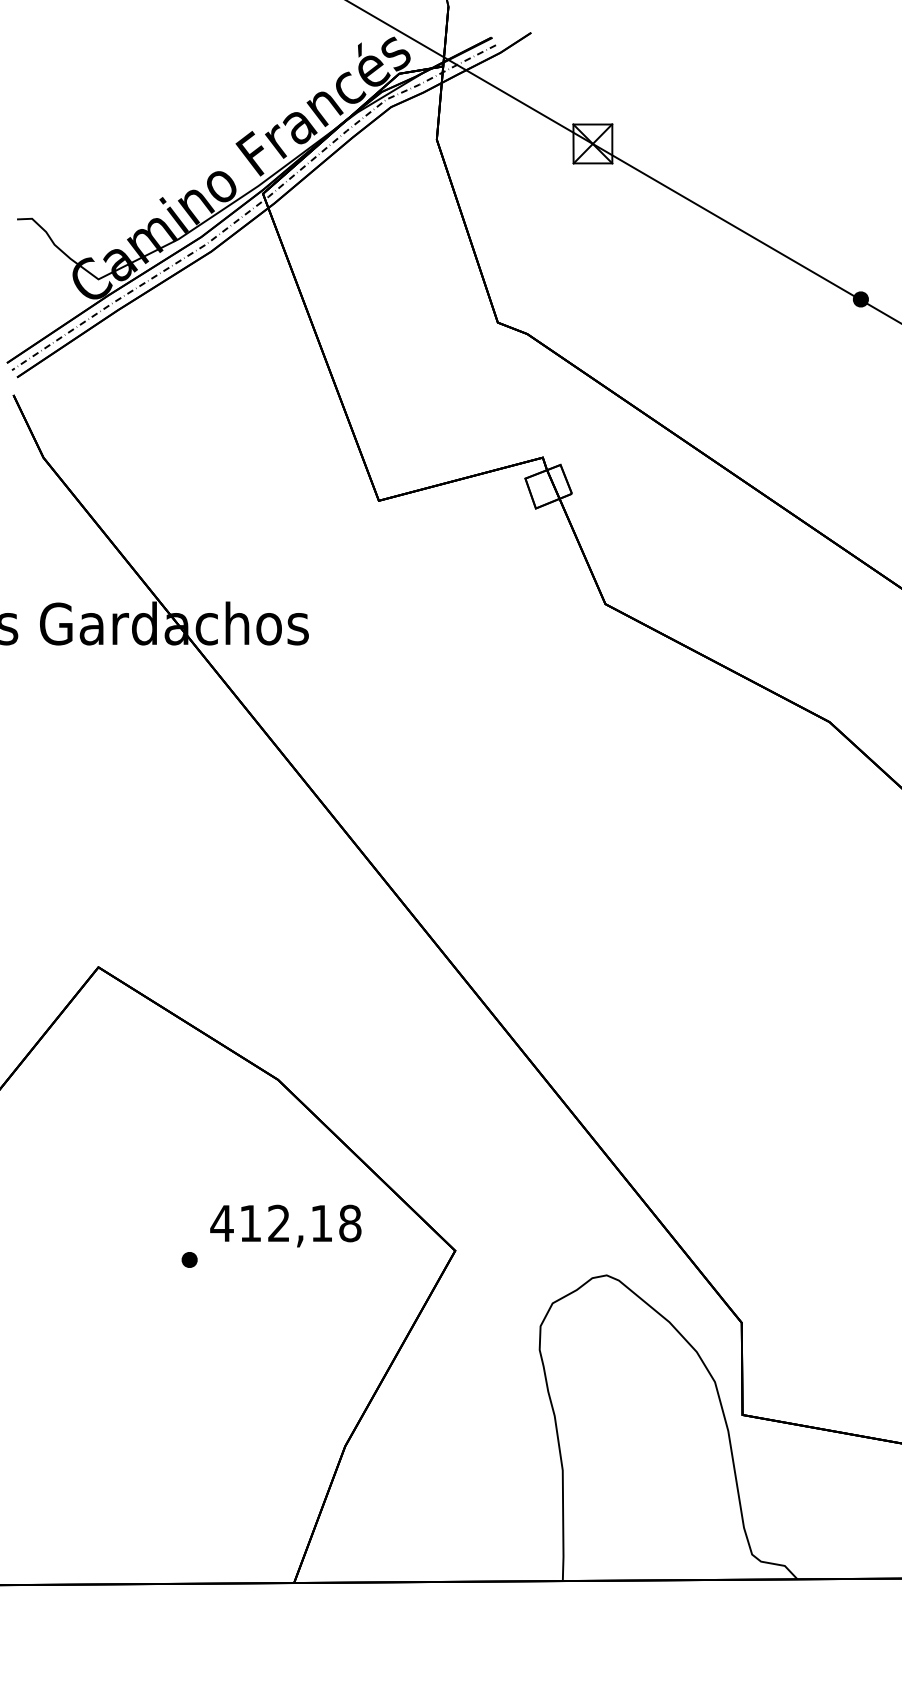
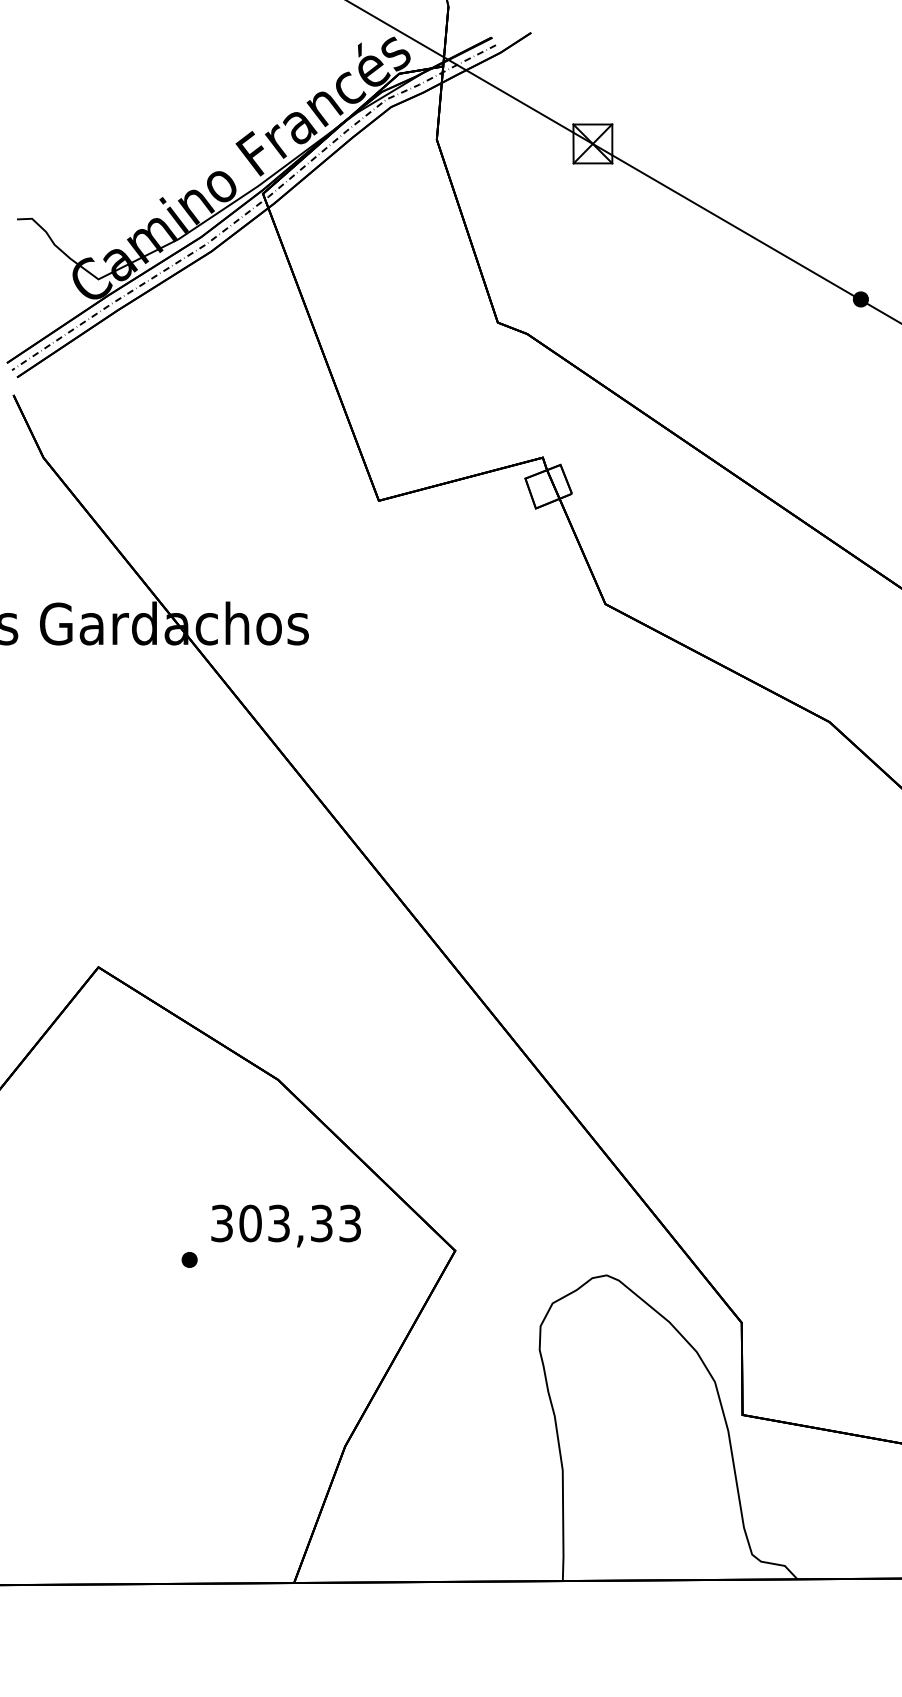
text at (285, 1223): 412,18 -> 303,33
